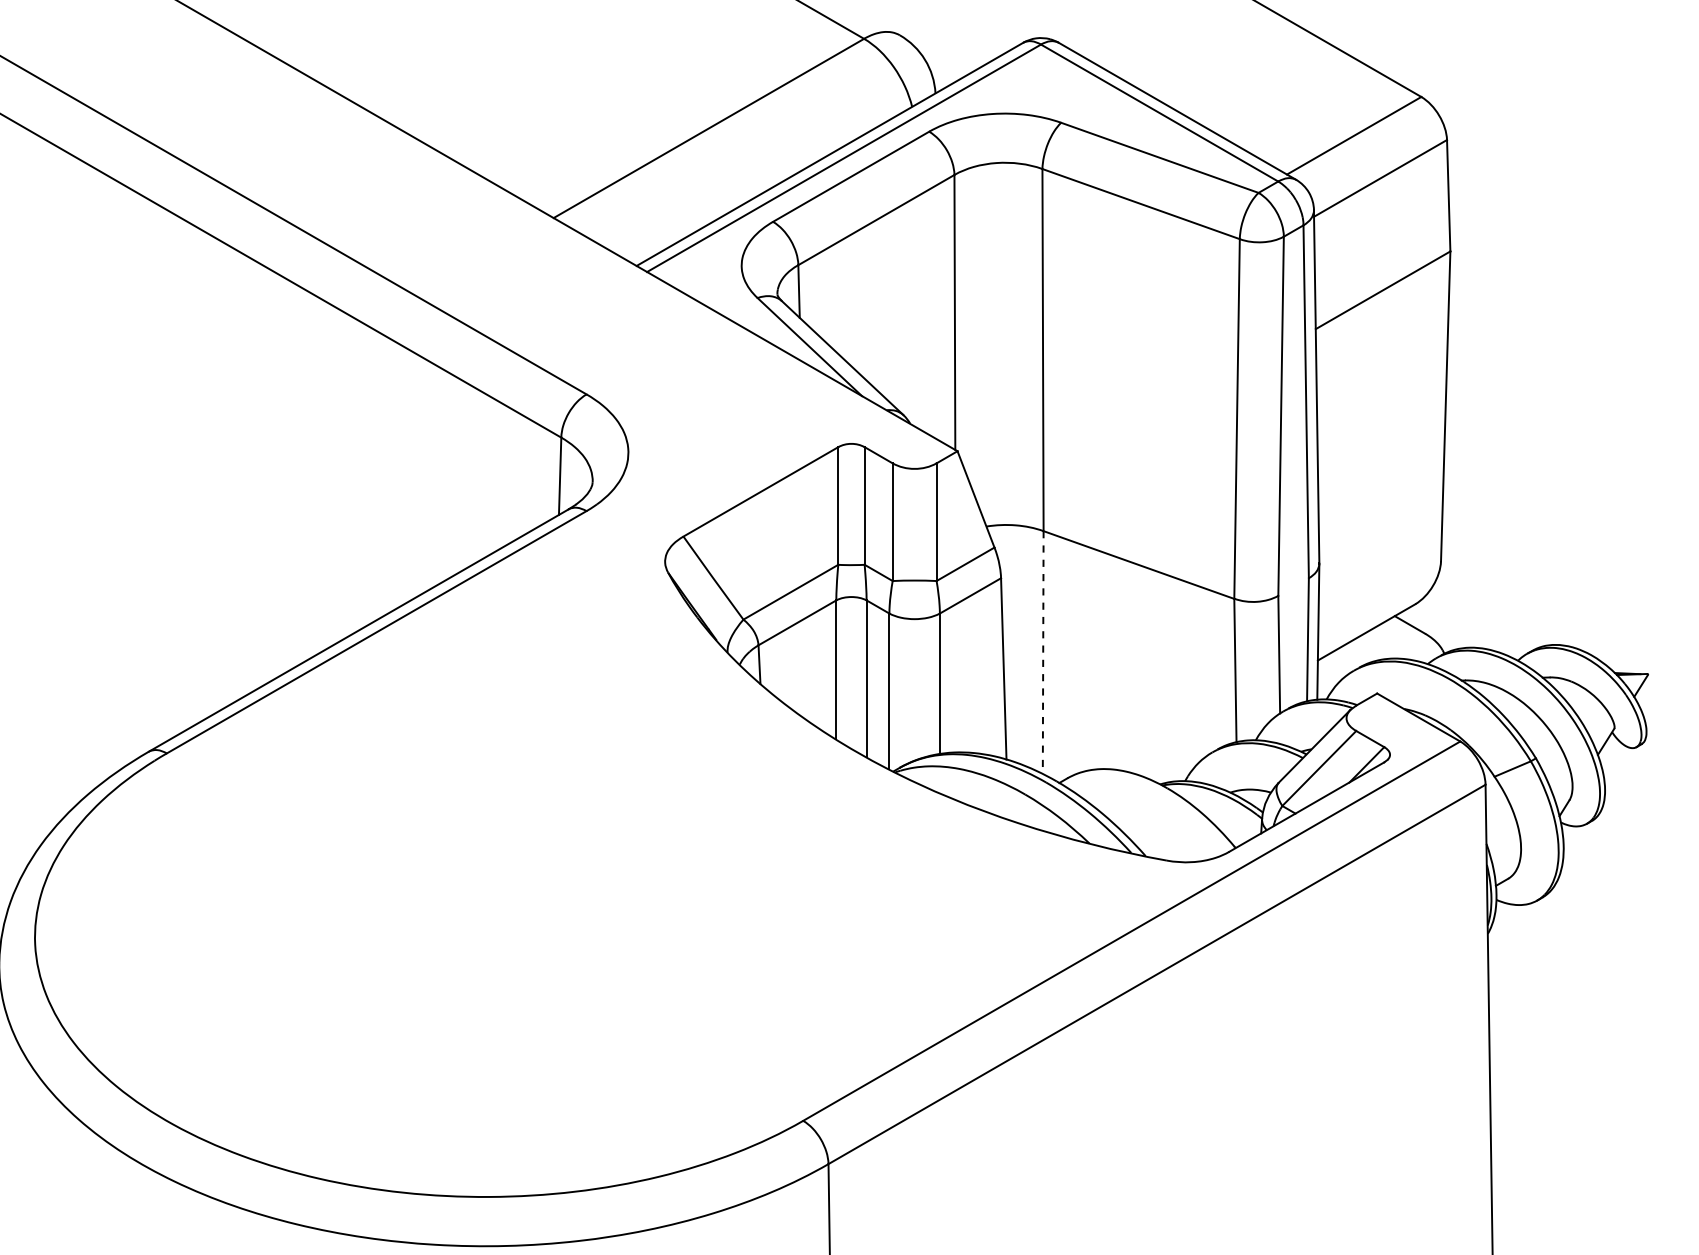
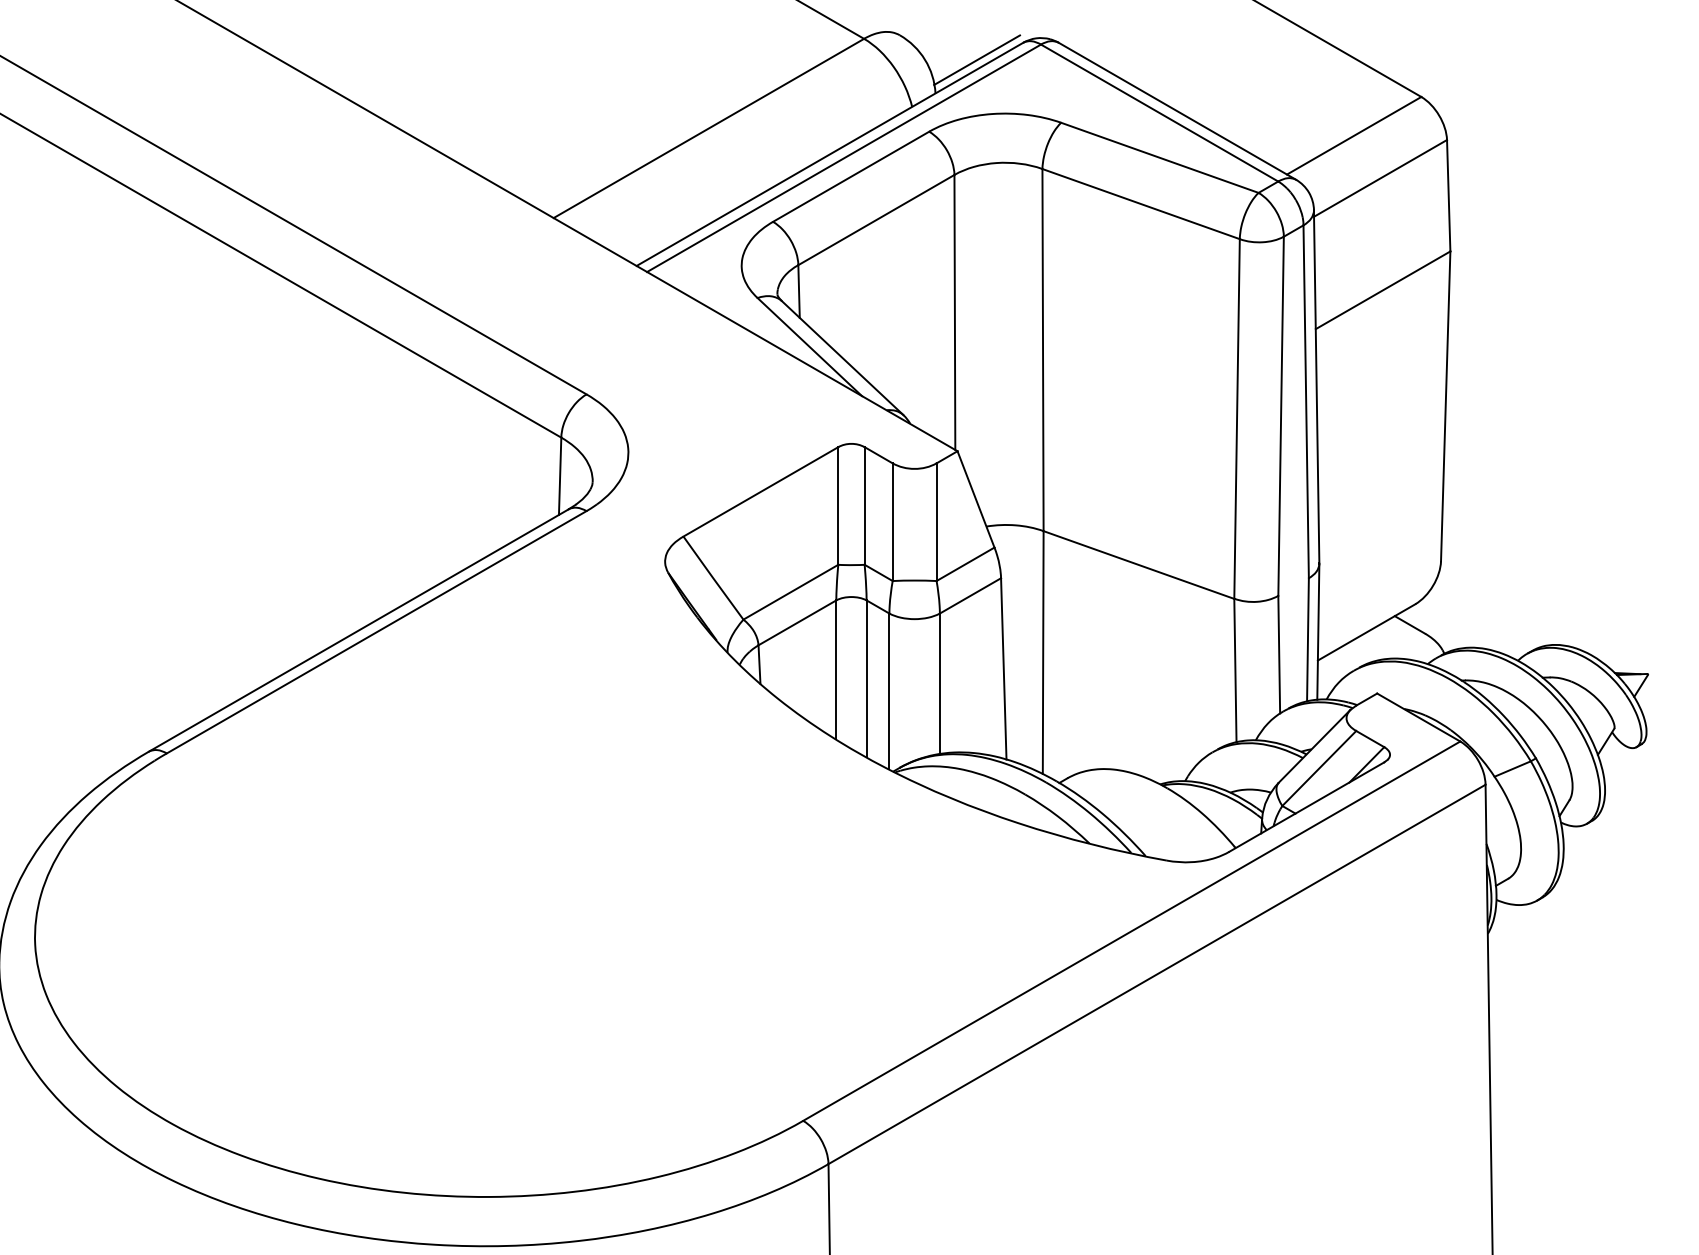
line at (977, 59): none -> present
line at (1043, 653): dashed -> solid
